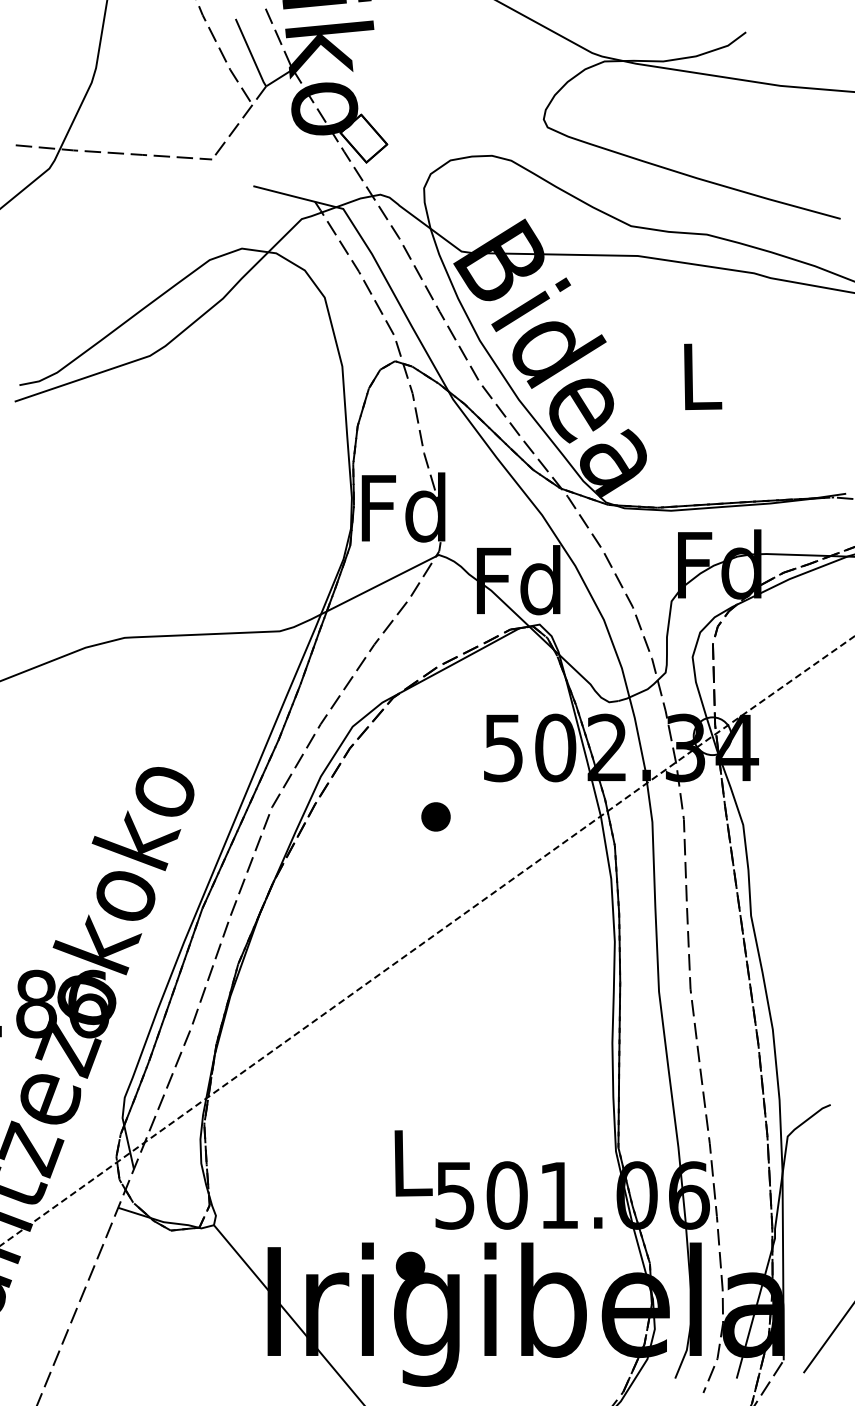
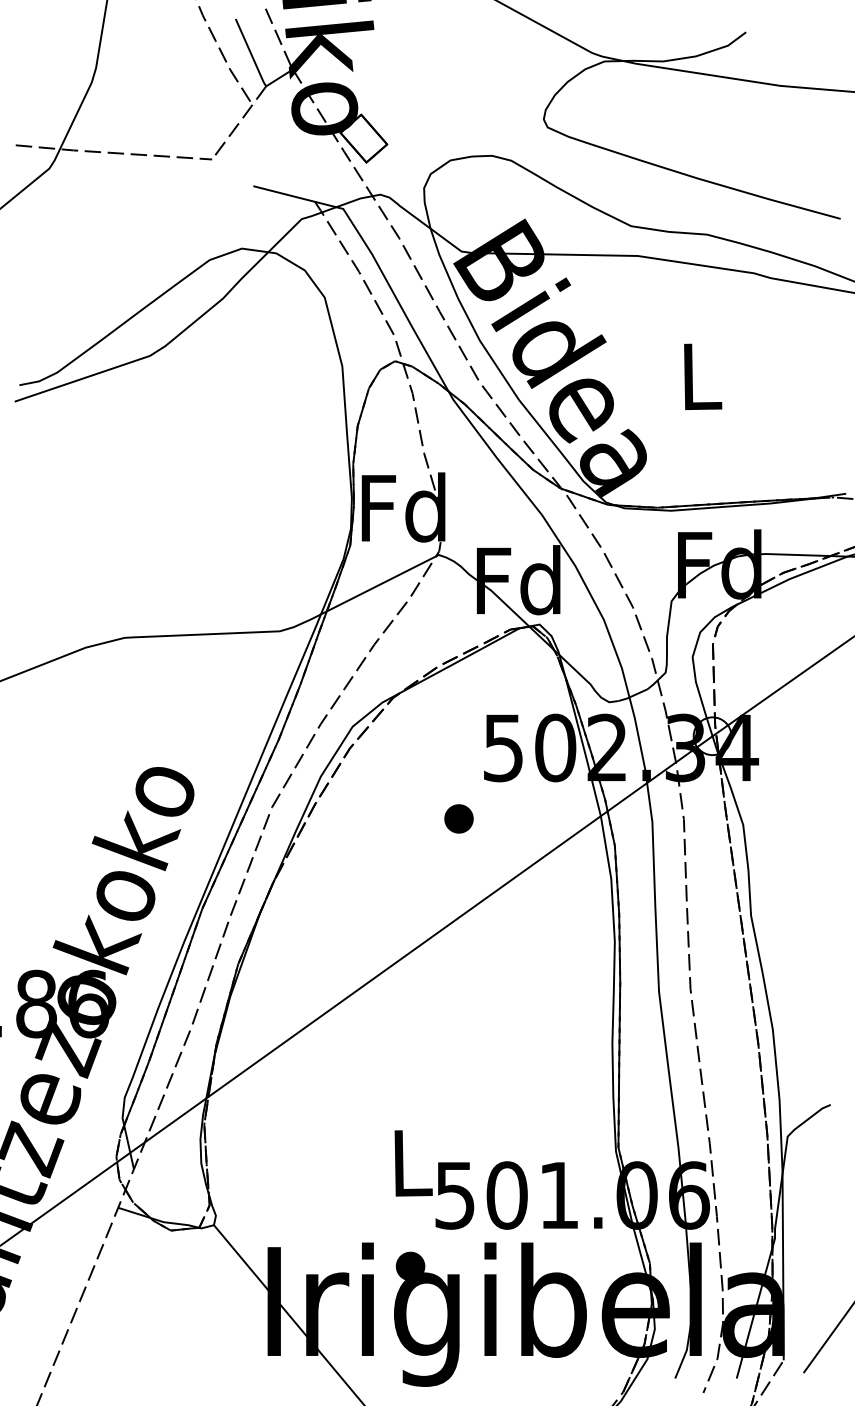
part at (435, 816) position: (435, 816) -> (458, 818)
line at (427, 939): dashed -> solid
